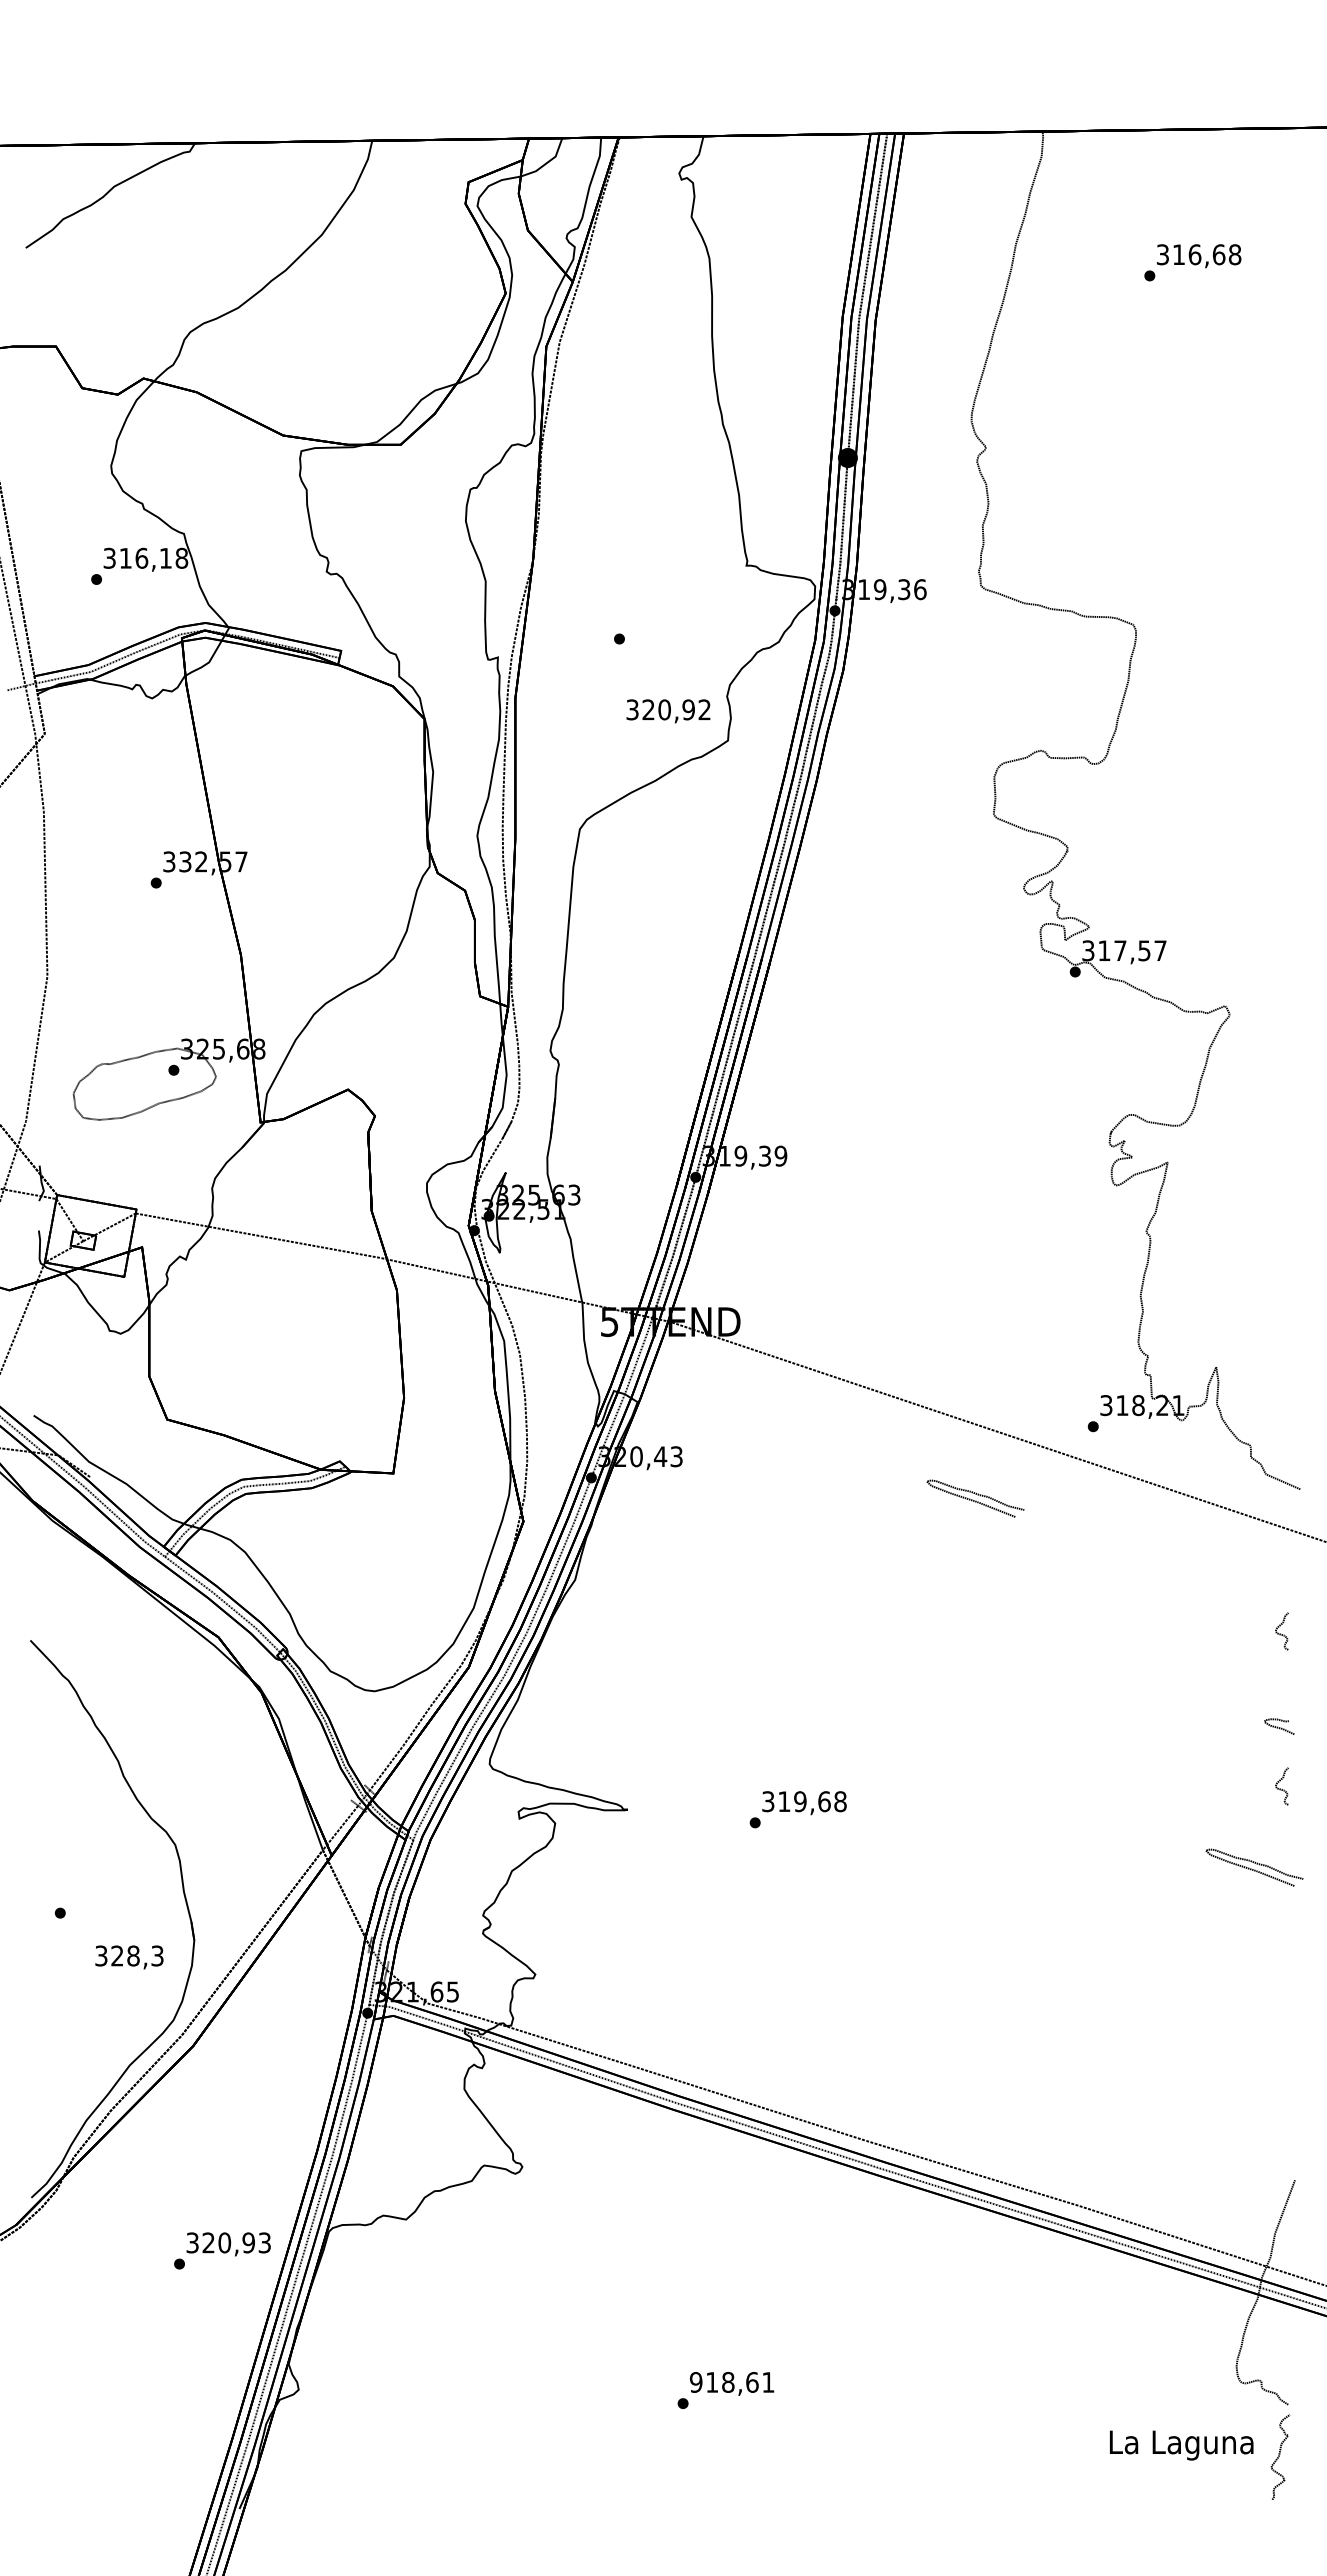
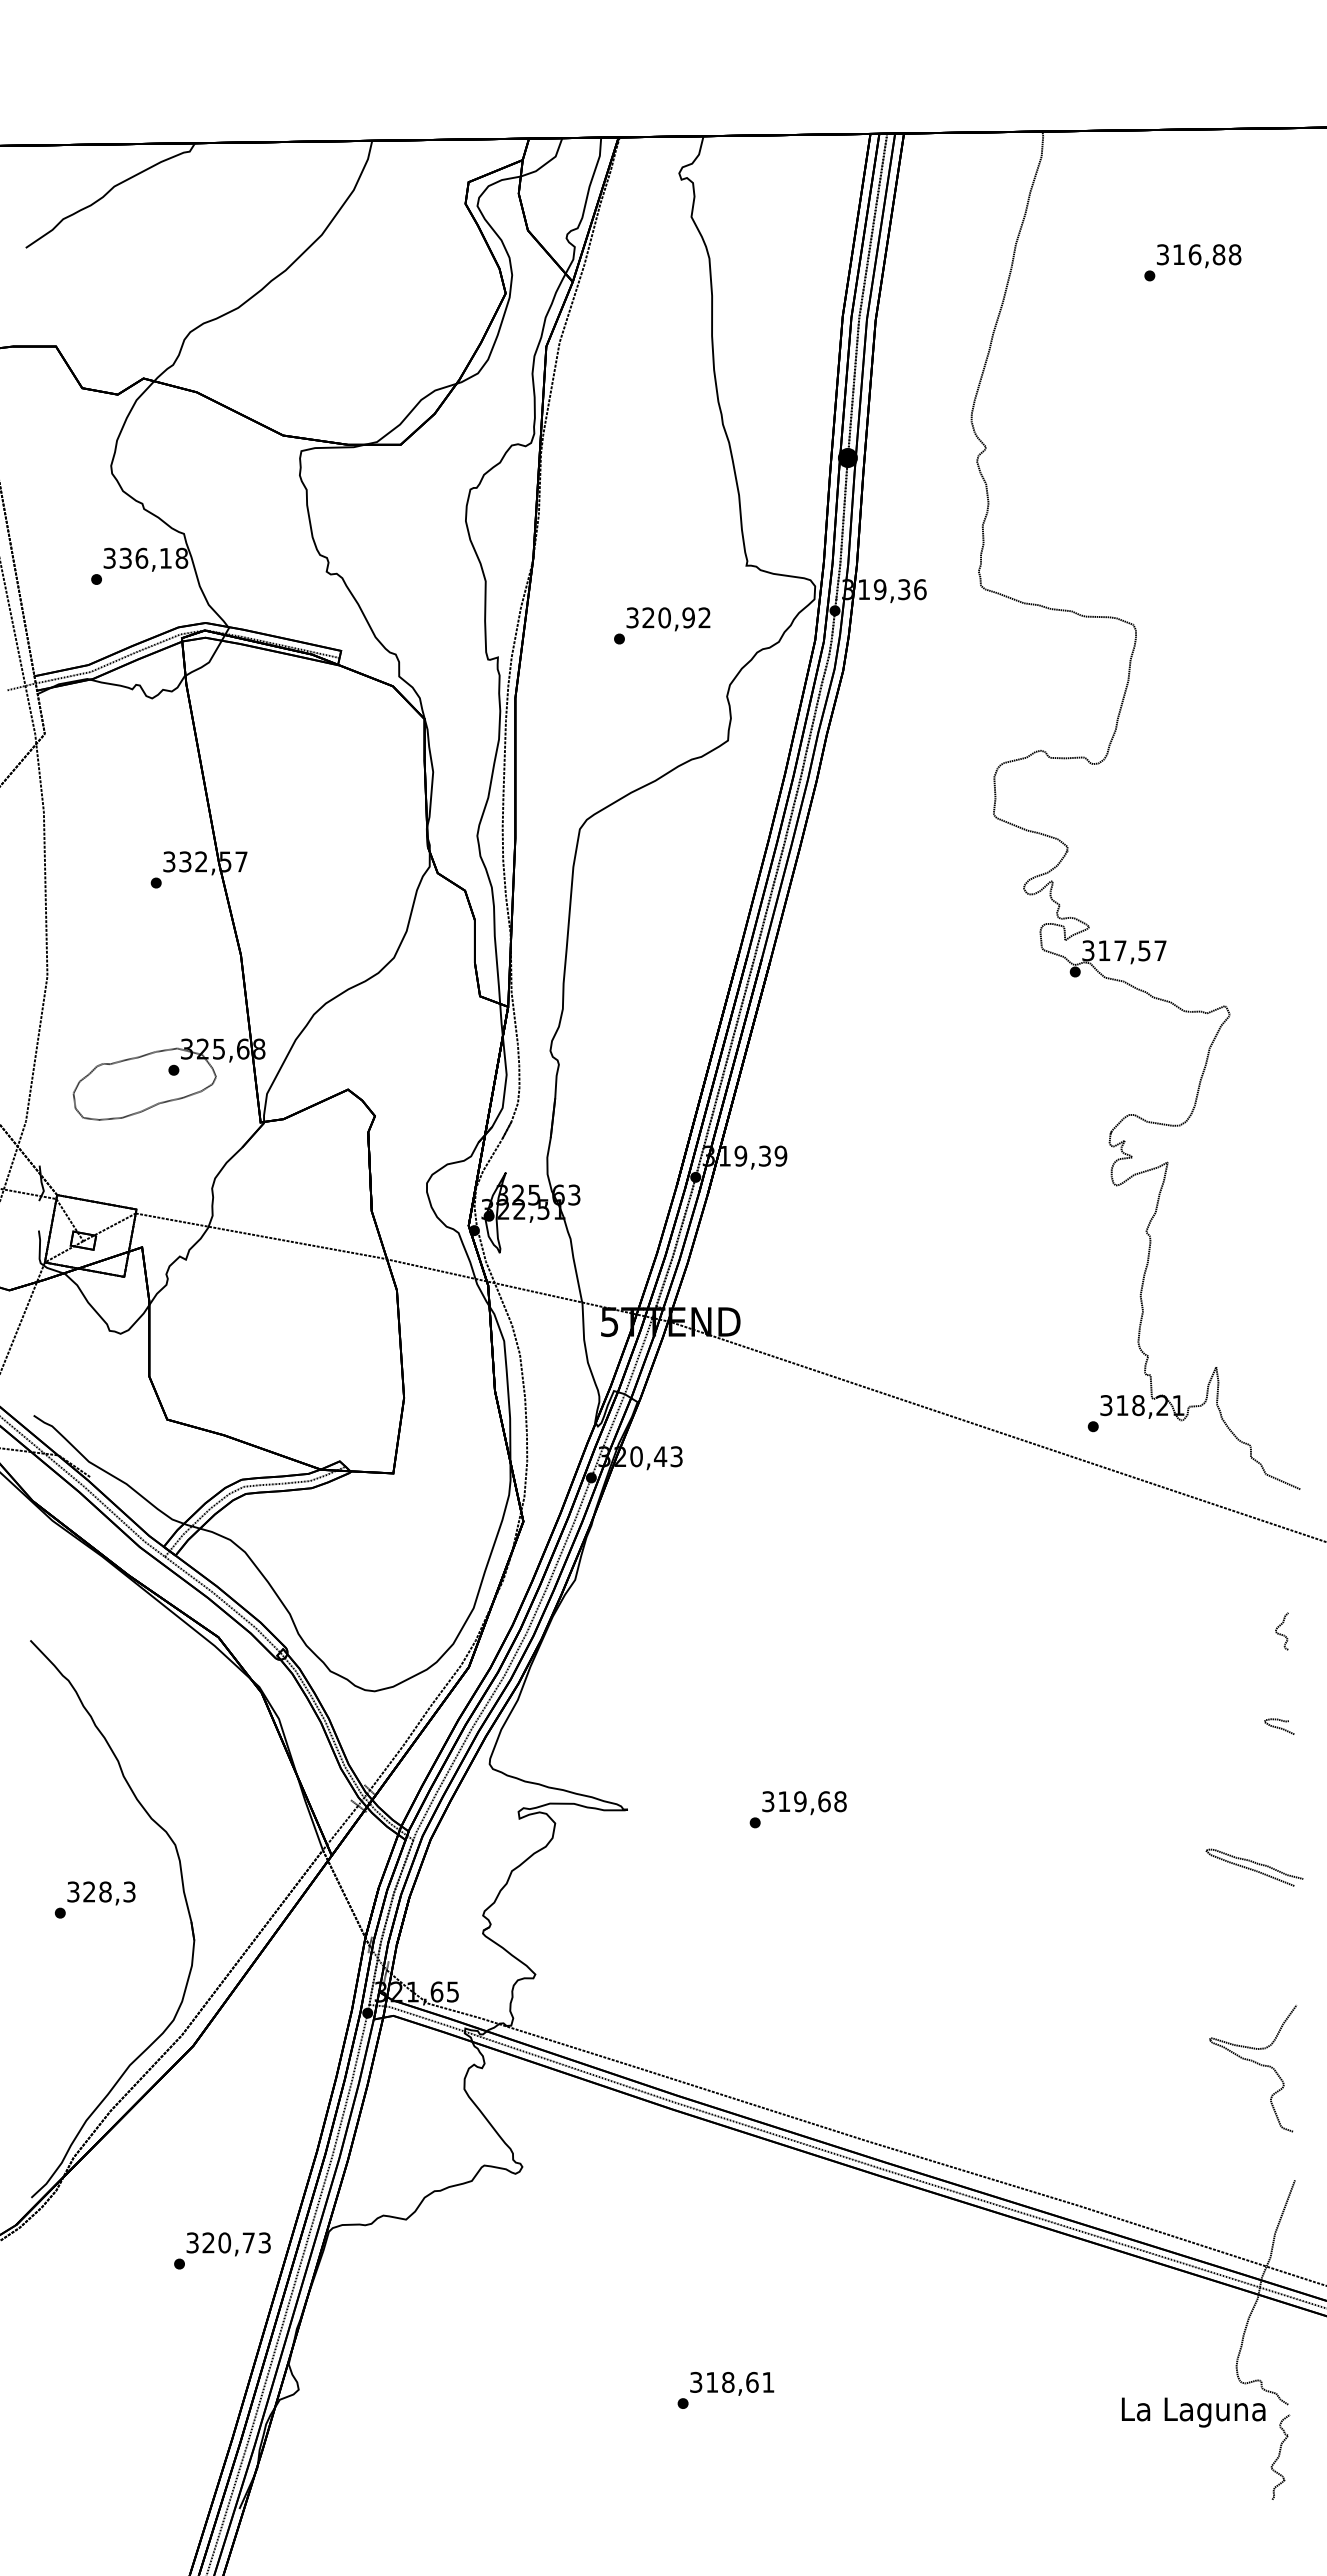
text at (1218, 254): 316,68 -> 316,88
text at (125, 557): 316,18 -> 336,18
text at (668, 711) position: (668, 711) -> (668, 619)
curve at (975, 1500): present -> none
curve at (1280, 1788): present -> none
text at (129, 1957) position: (129, 1957) -> (101, 1893)
curve at (1255, 2063): none -> present
text at (248, 2242): 320,93 -> 320,73
text at (695, 2382): 918,61 -> 318,61
text at (1181, 2445) position: (1181, 2445) -> (1193, 2412)
